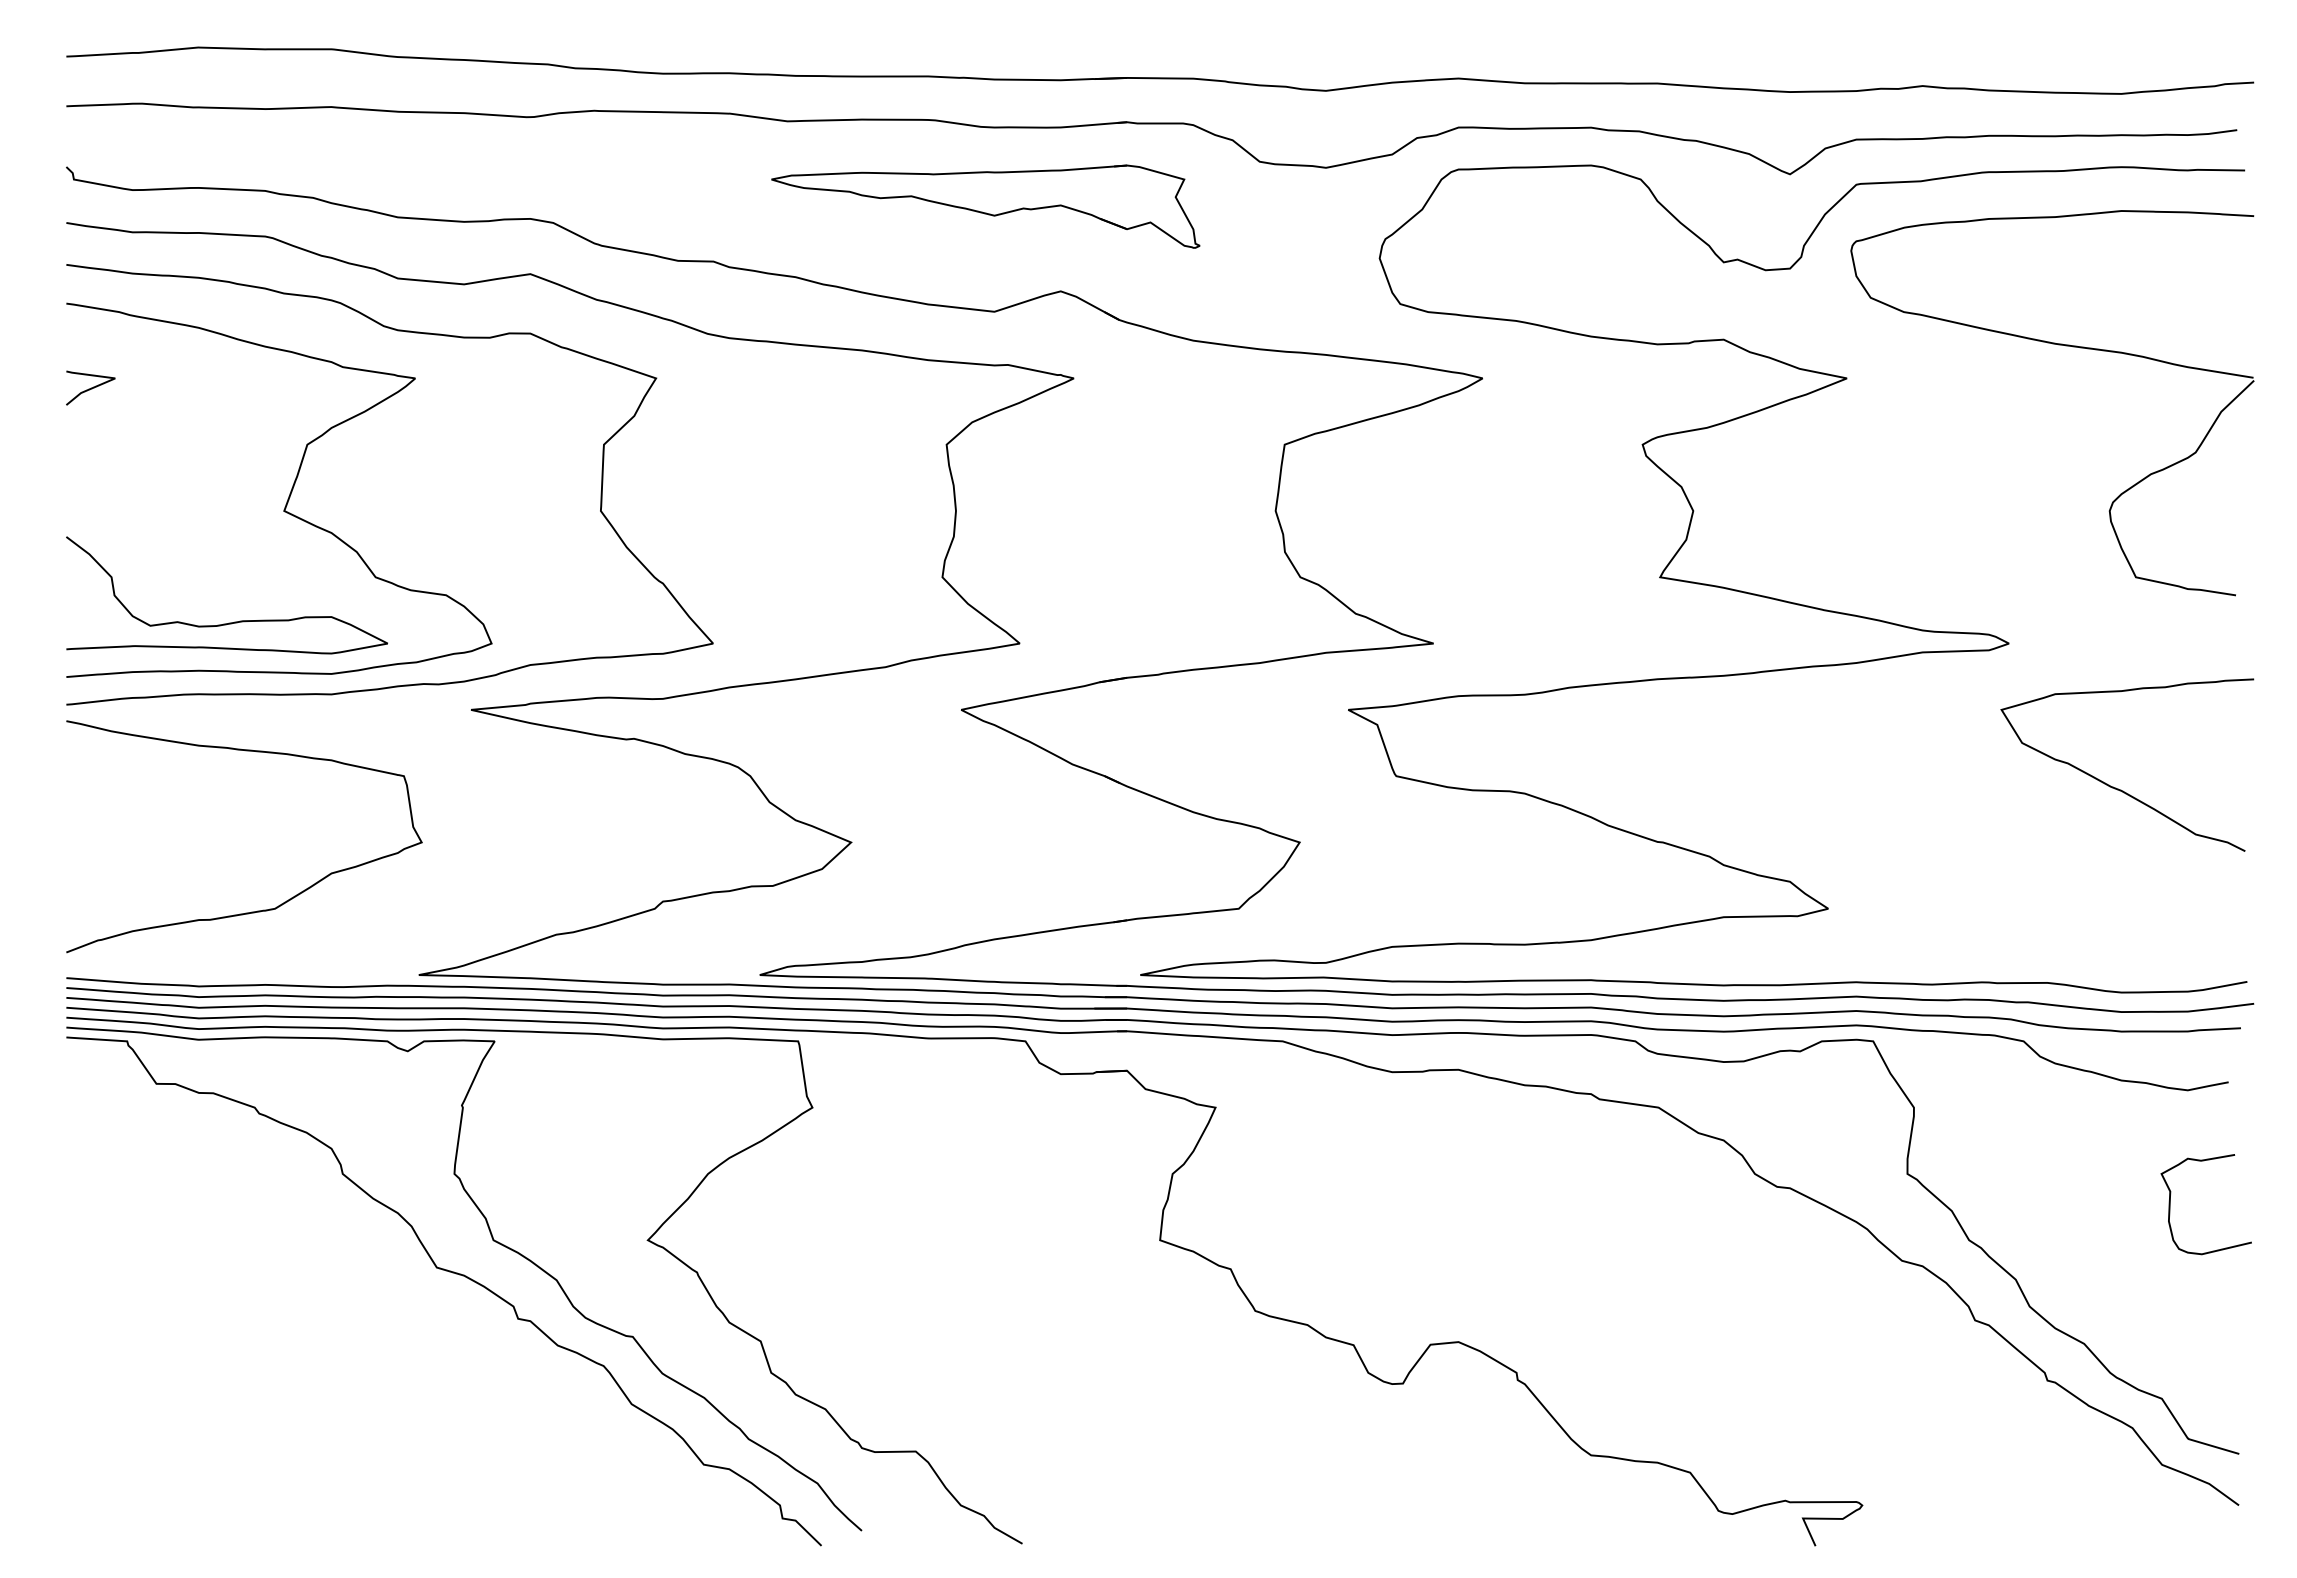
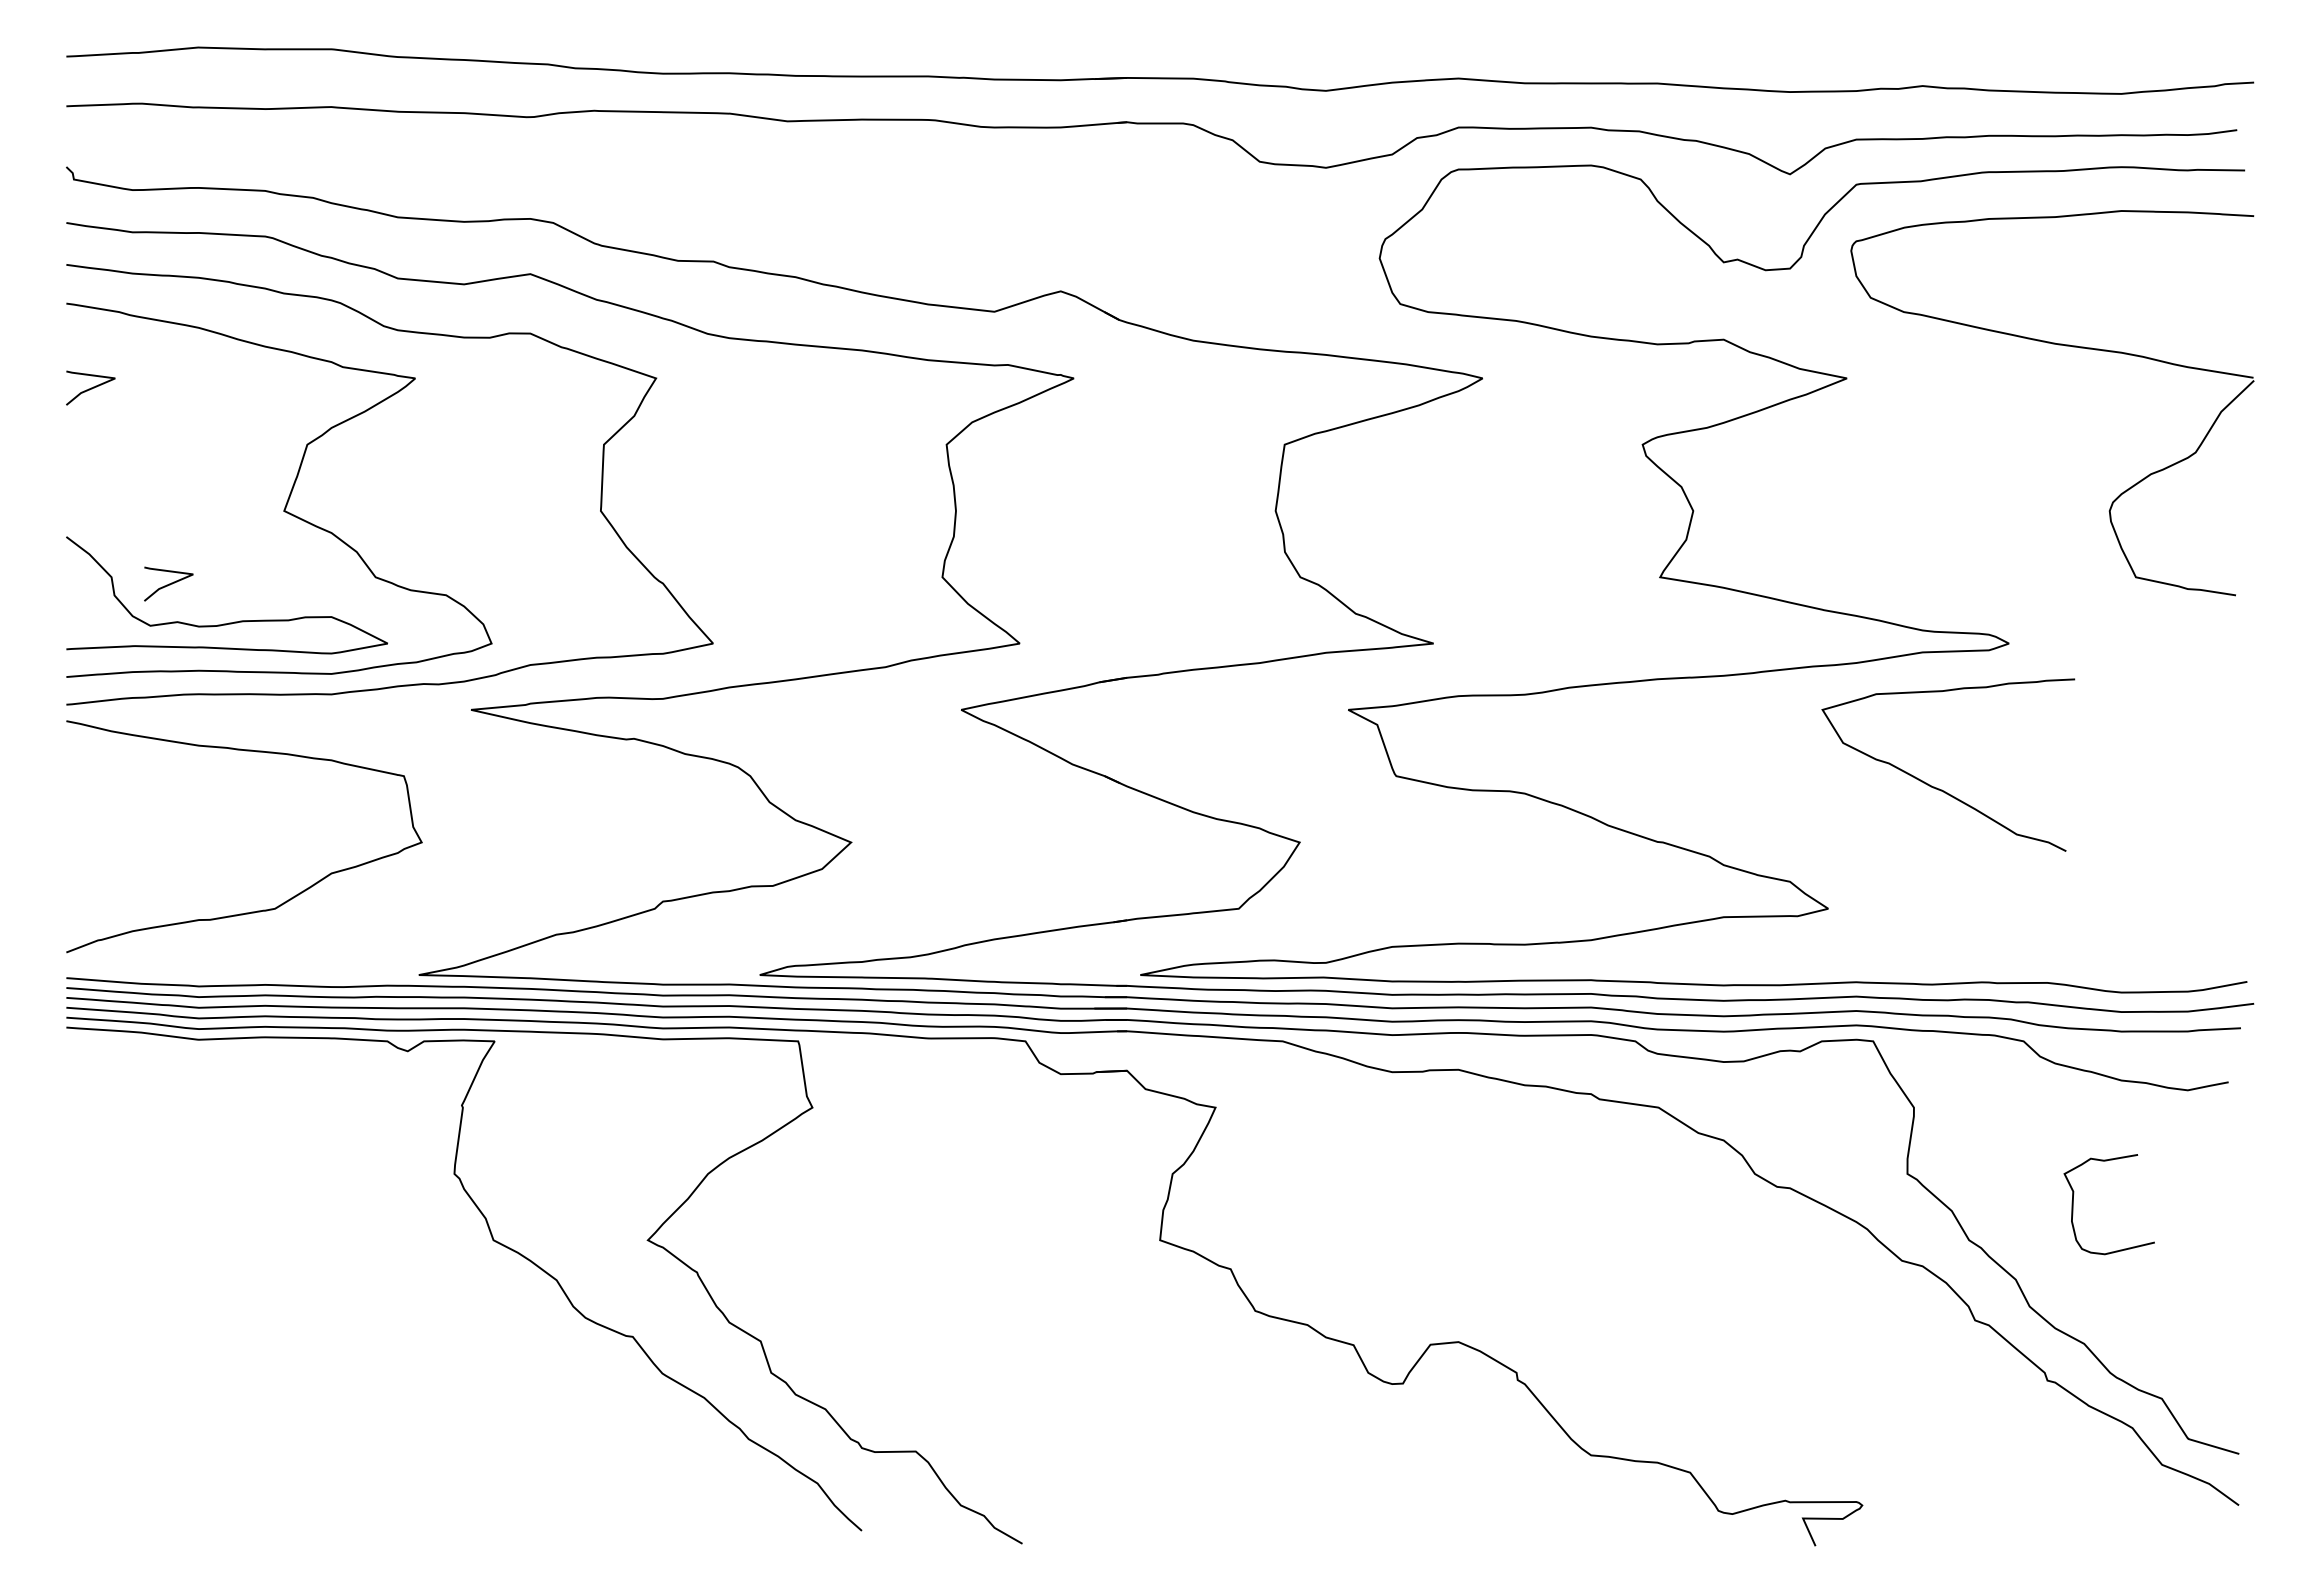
part at (985, 206): present -> none
line at (169, 583): none -> present
curve at (2118, 788) position: (2118, 788) -> (1939, 788)
curve at (2170, 1204) position: (2170, 1204) -> (2073, 1204)
curve at (449, 1272): present -> none
